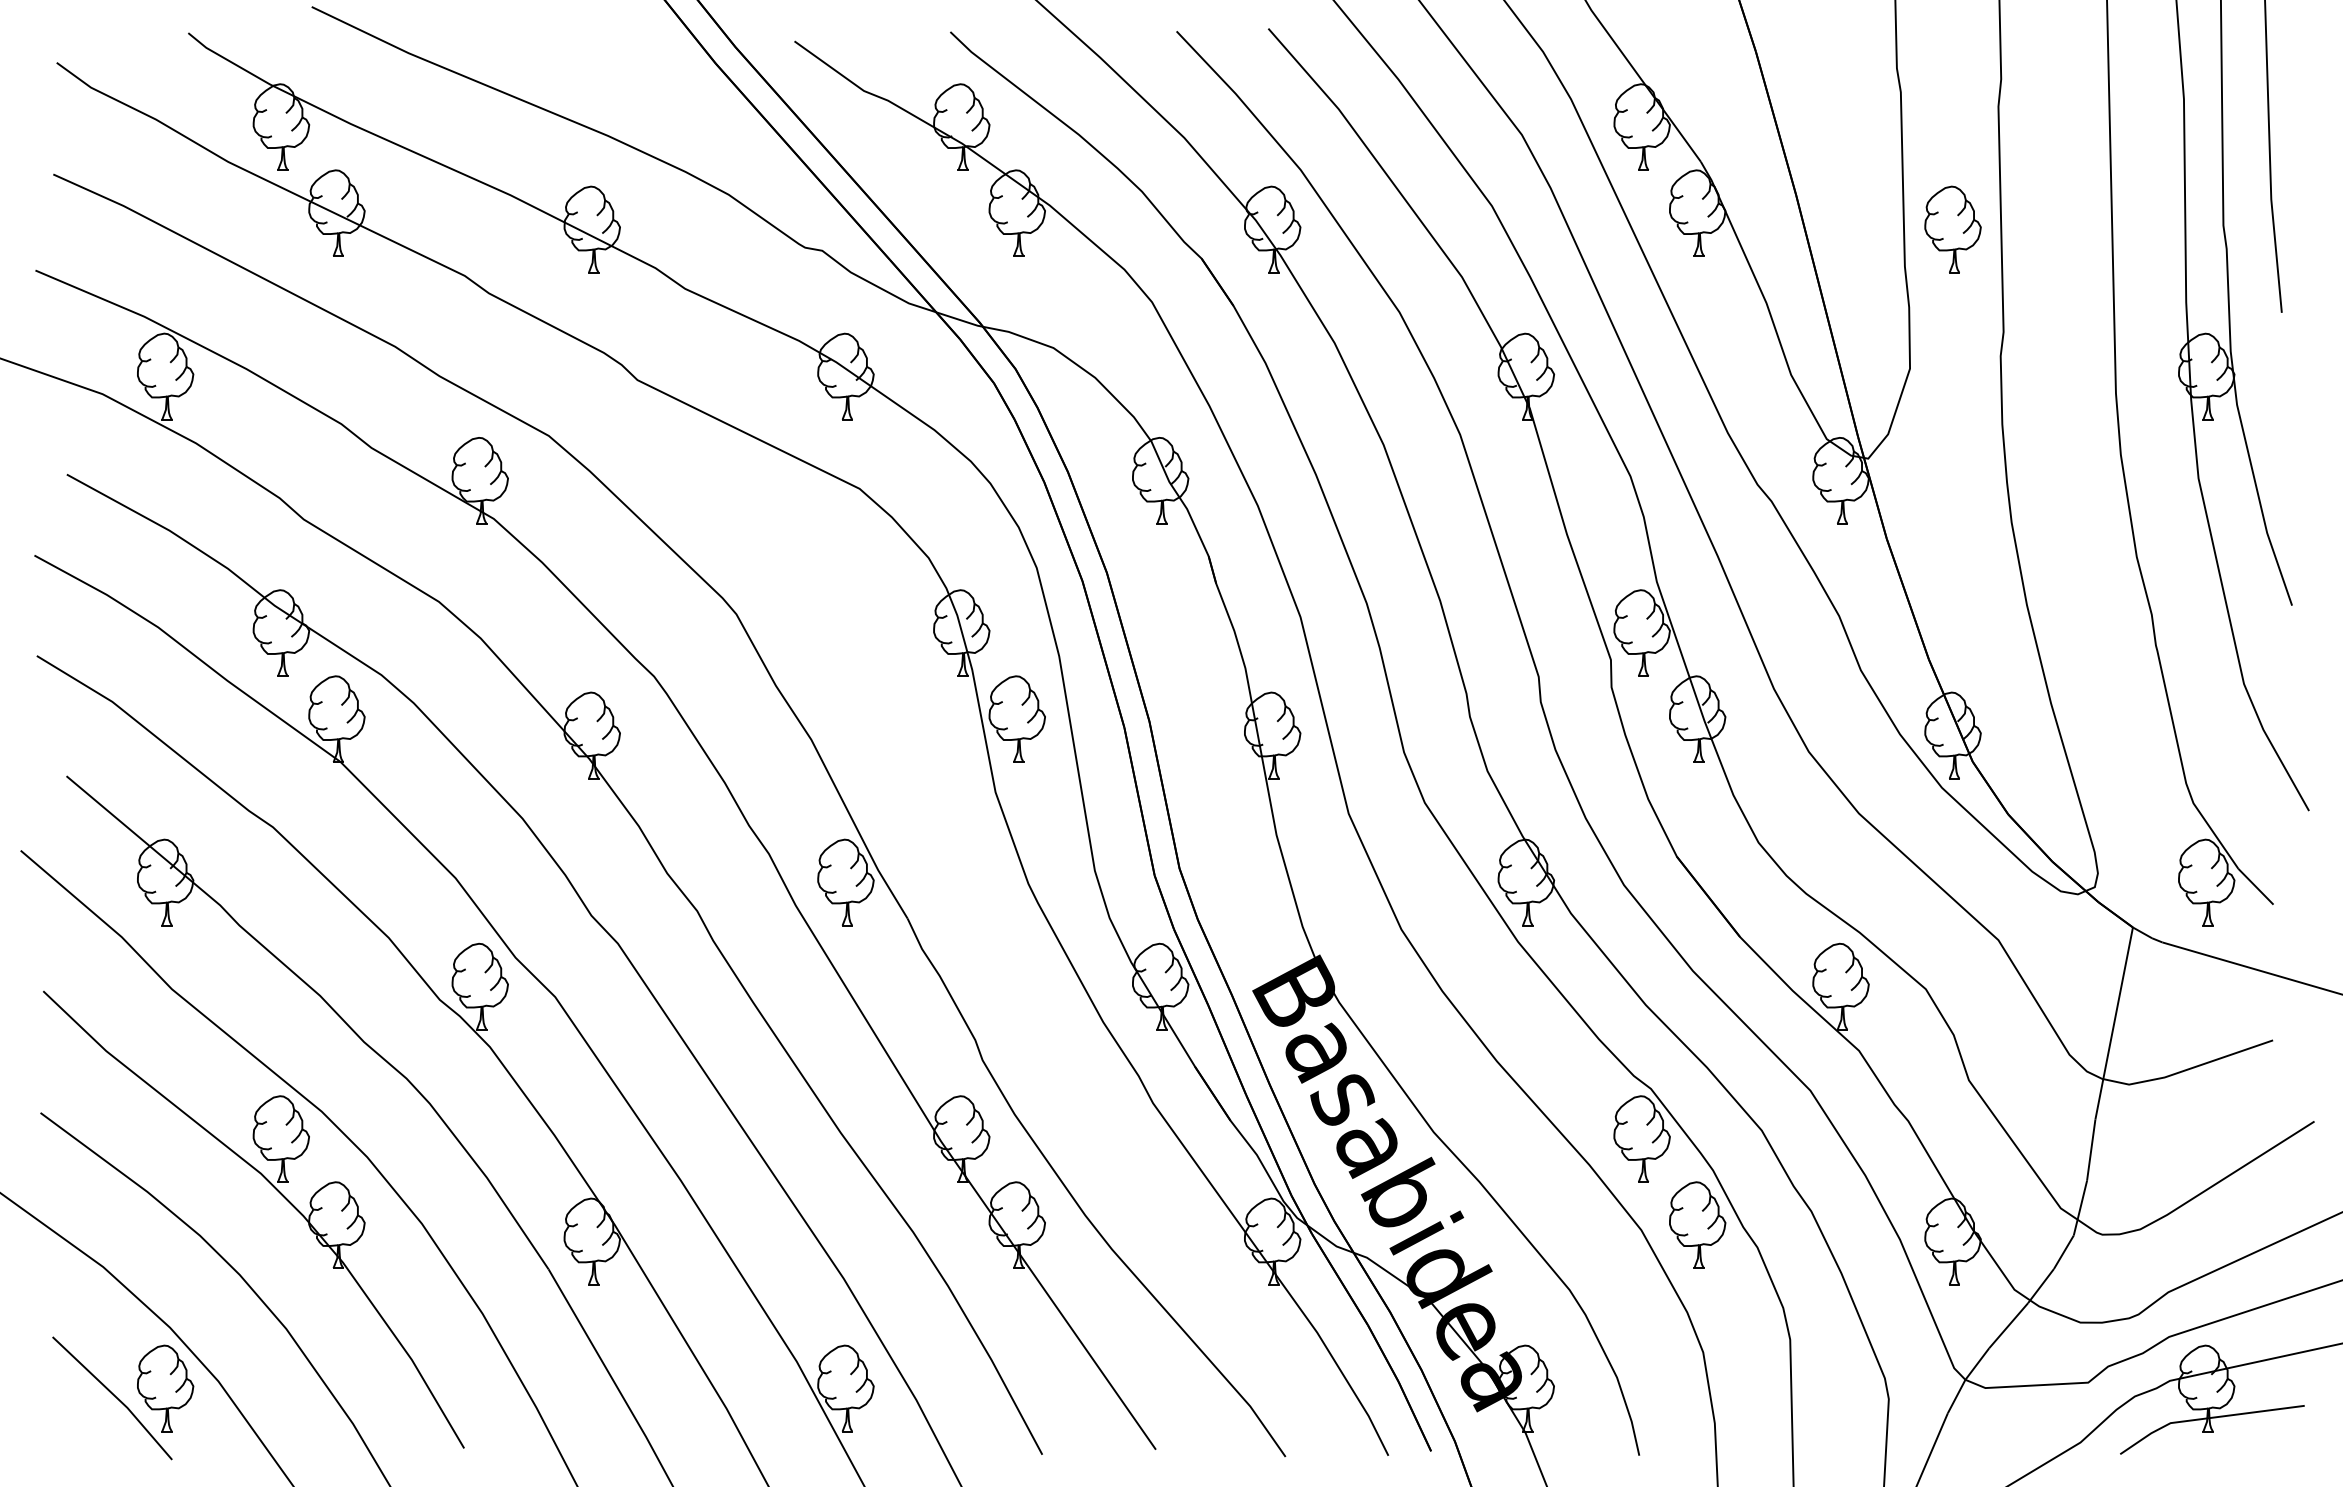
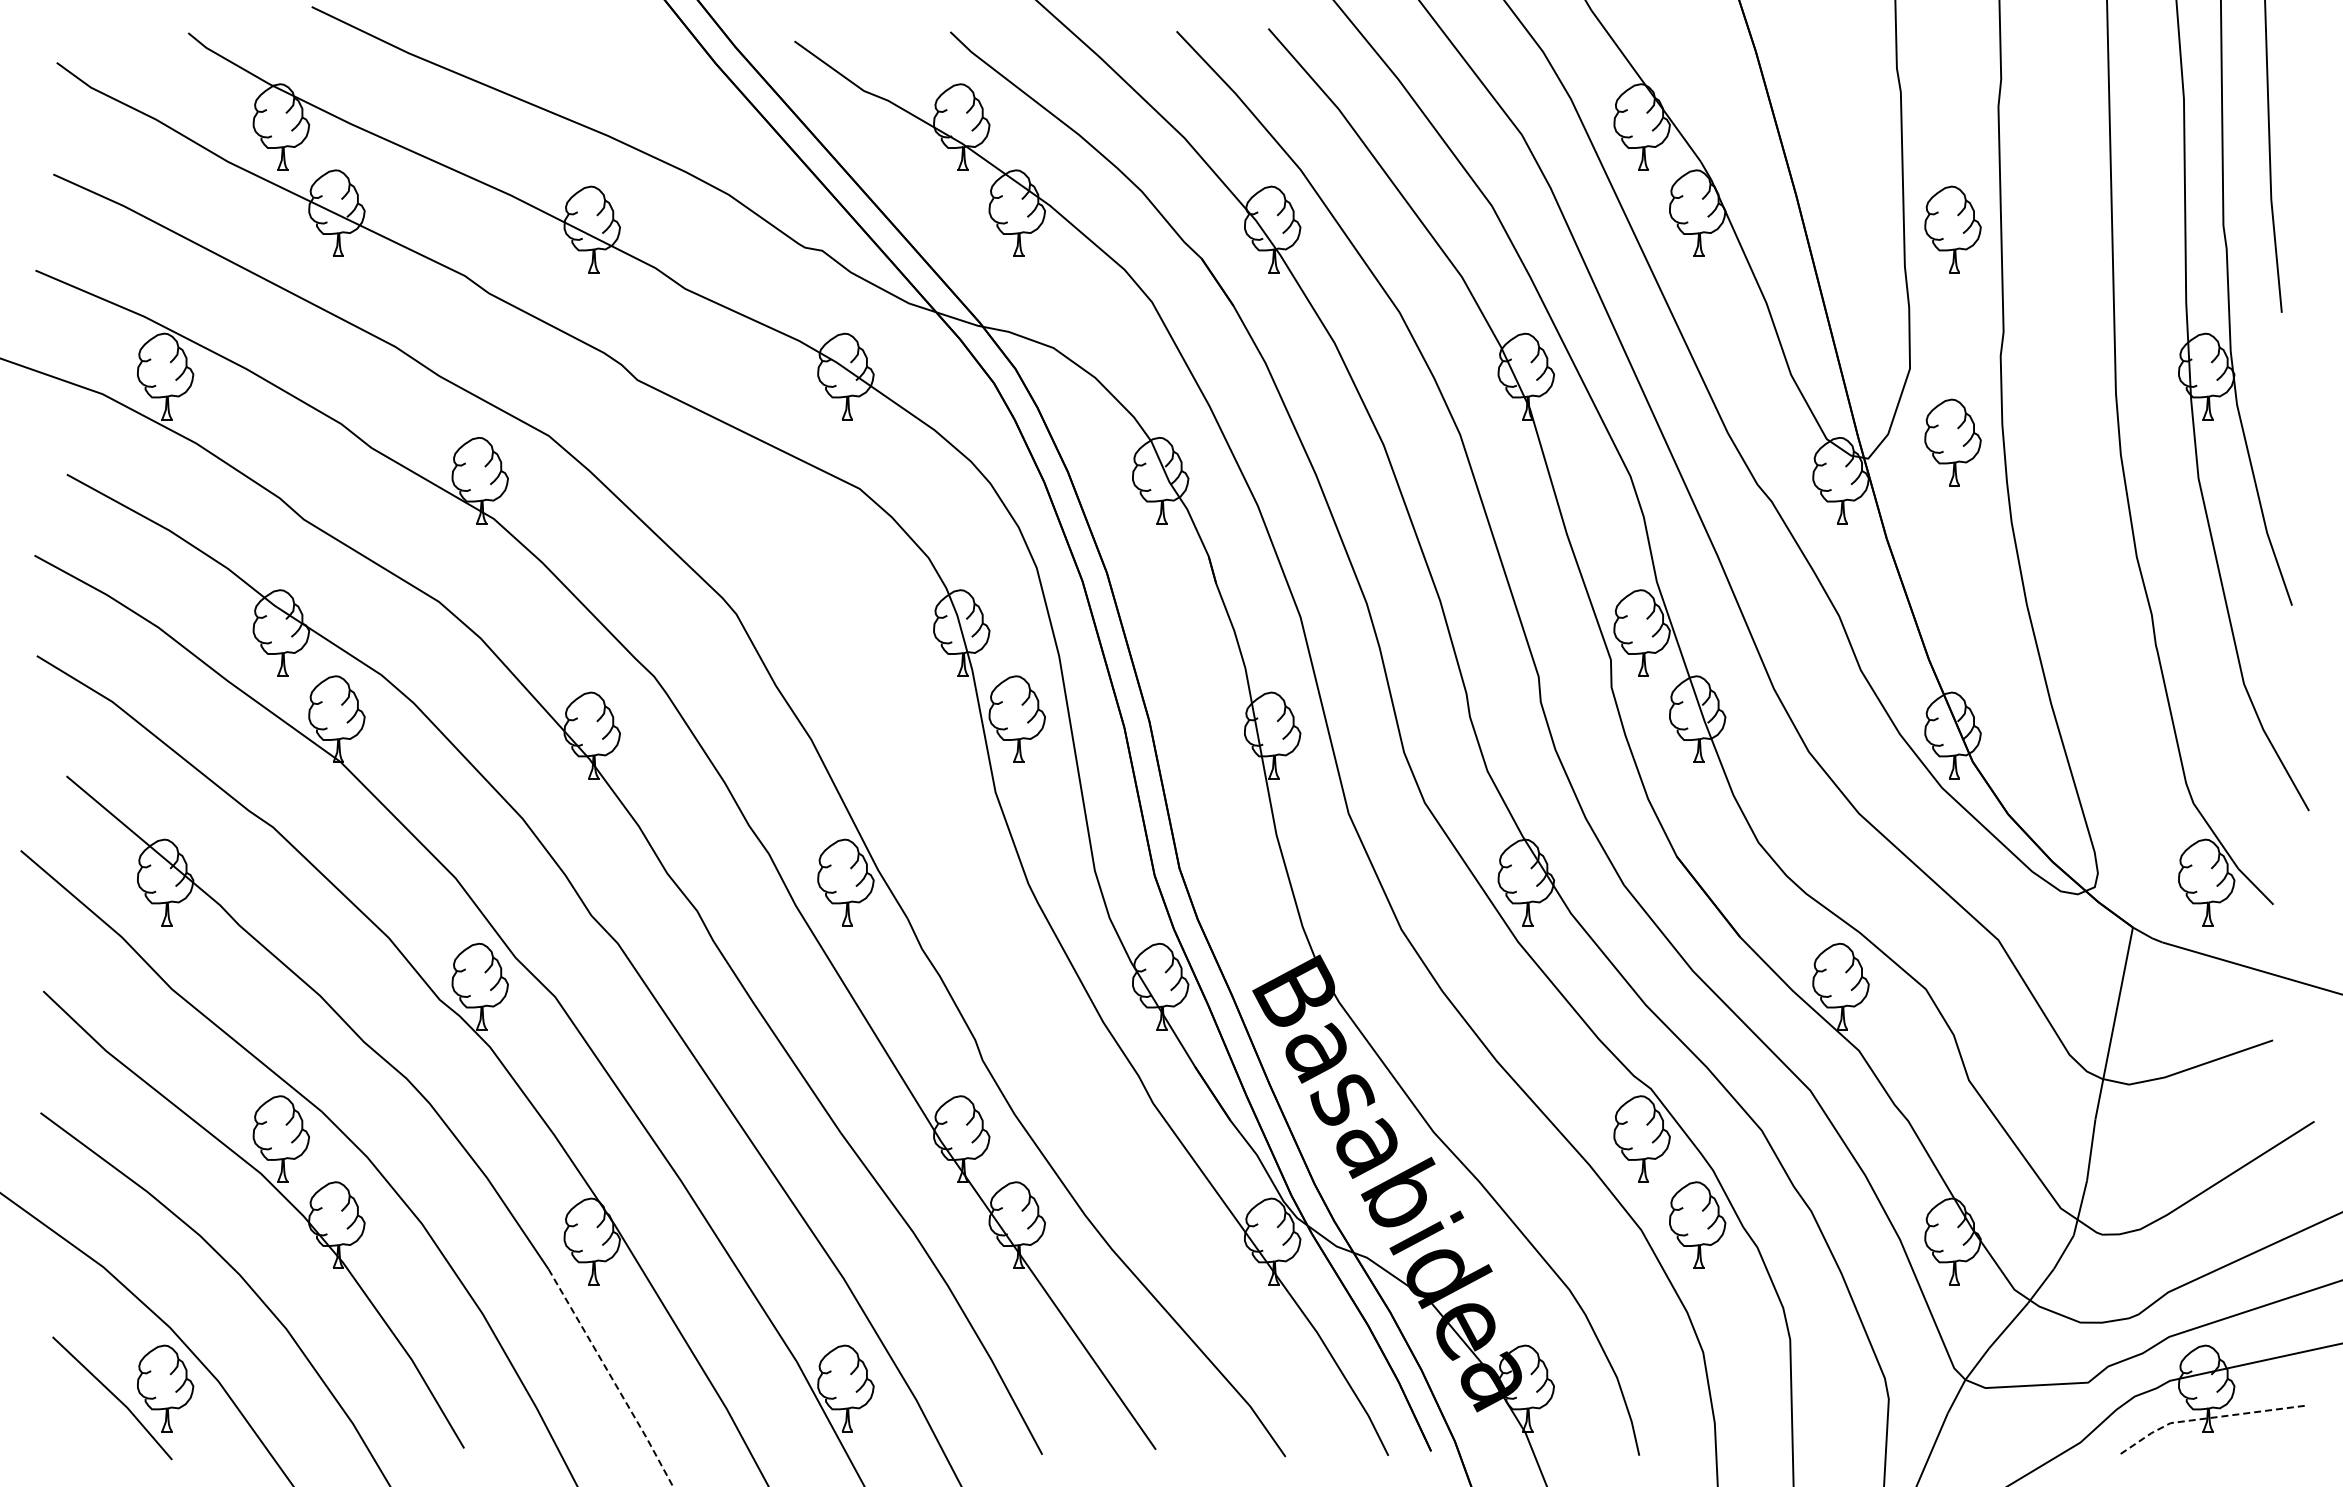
part at (1952, 442): none -> present
line at (611, 1378): solid -> dashed
line at (2207, 1418): solid -> dashed
